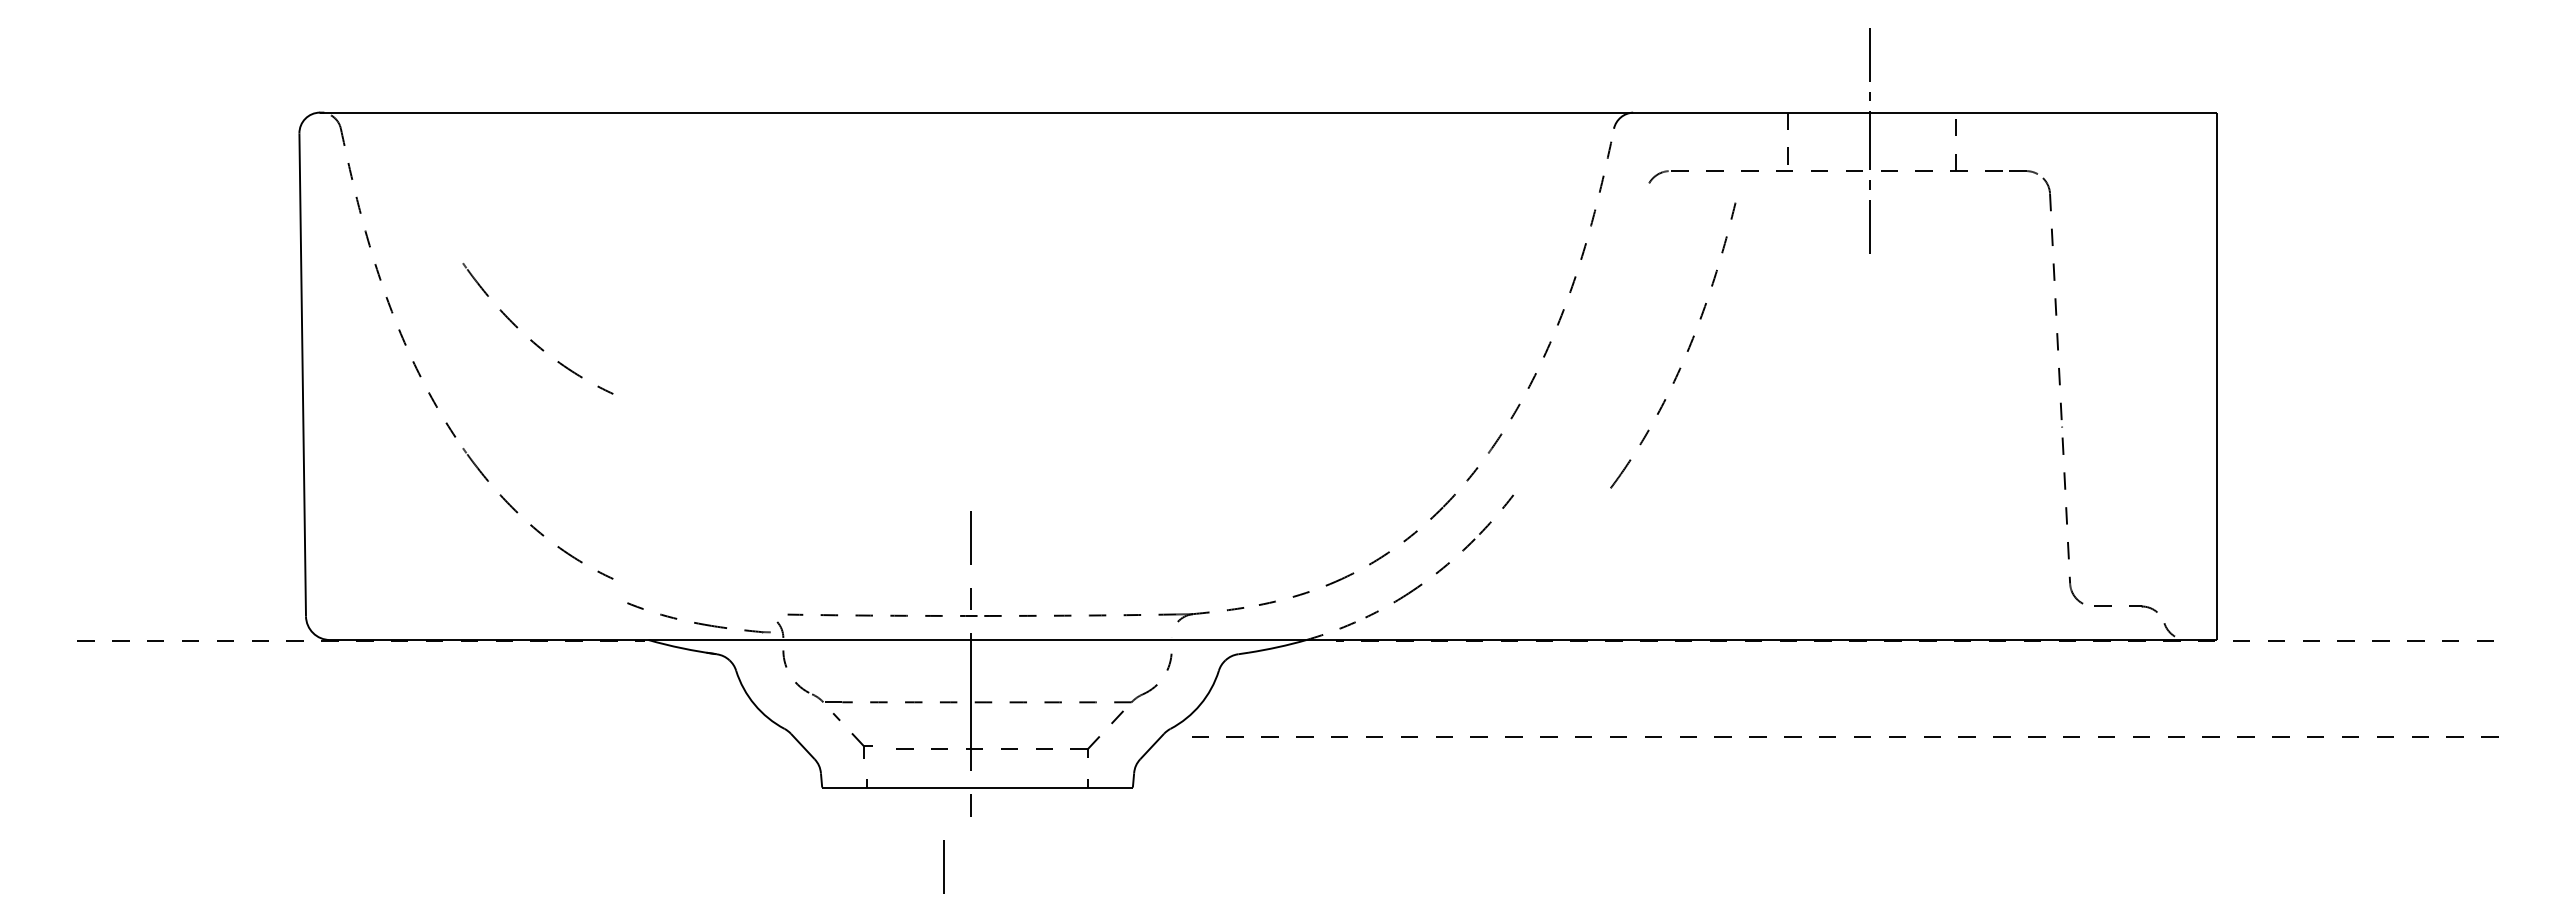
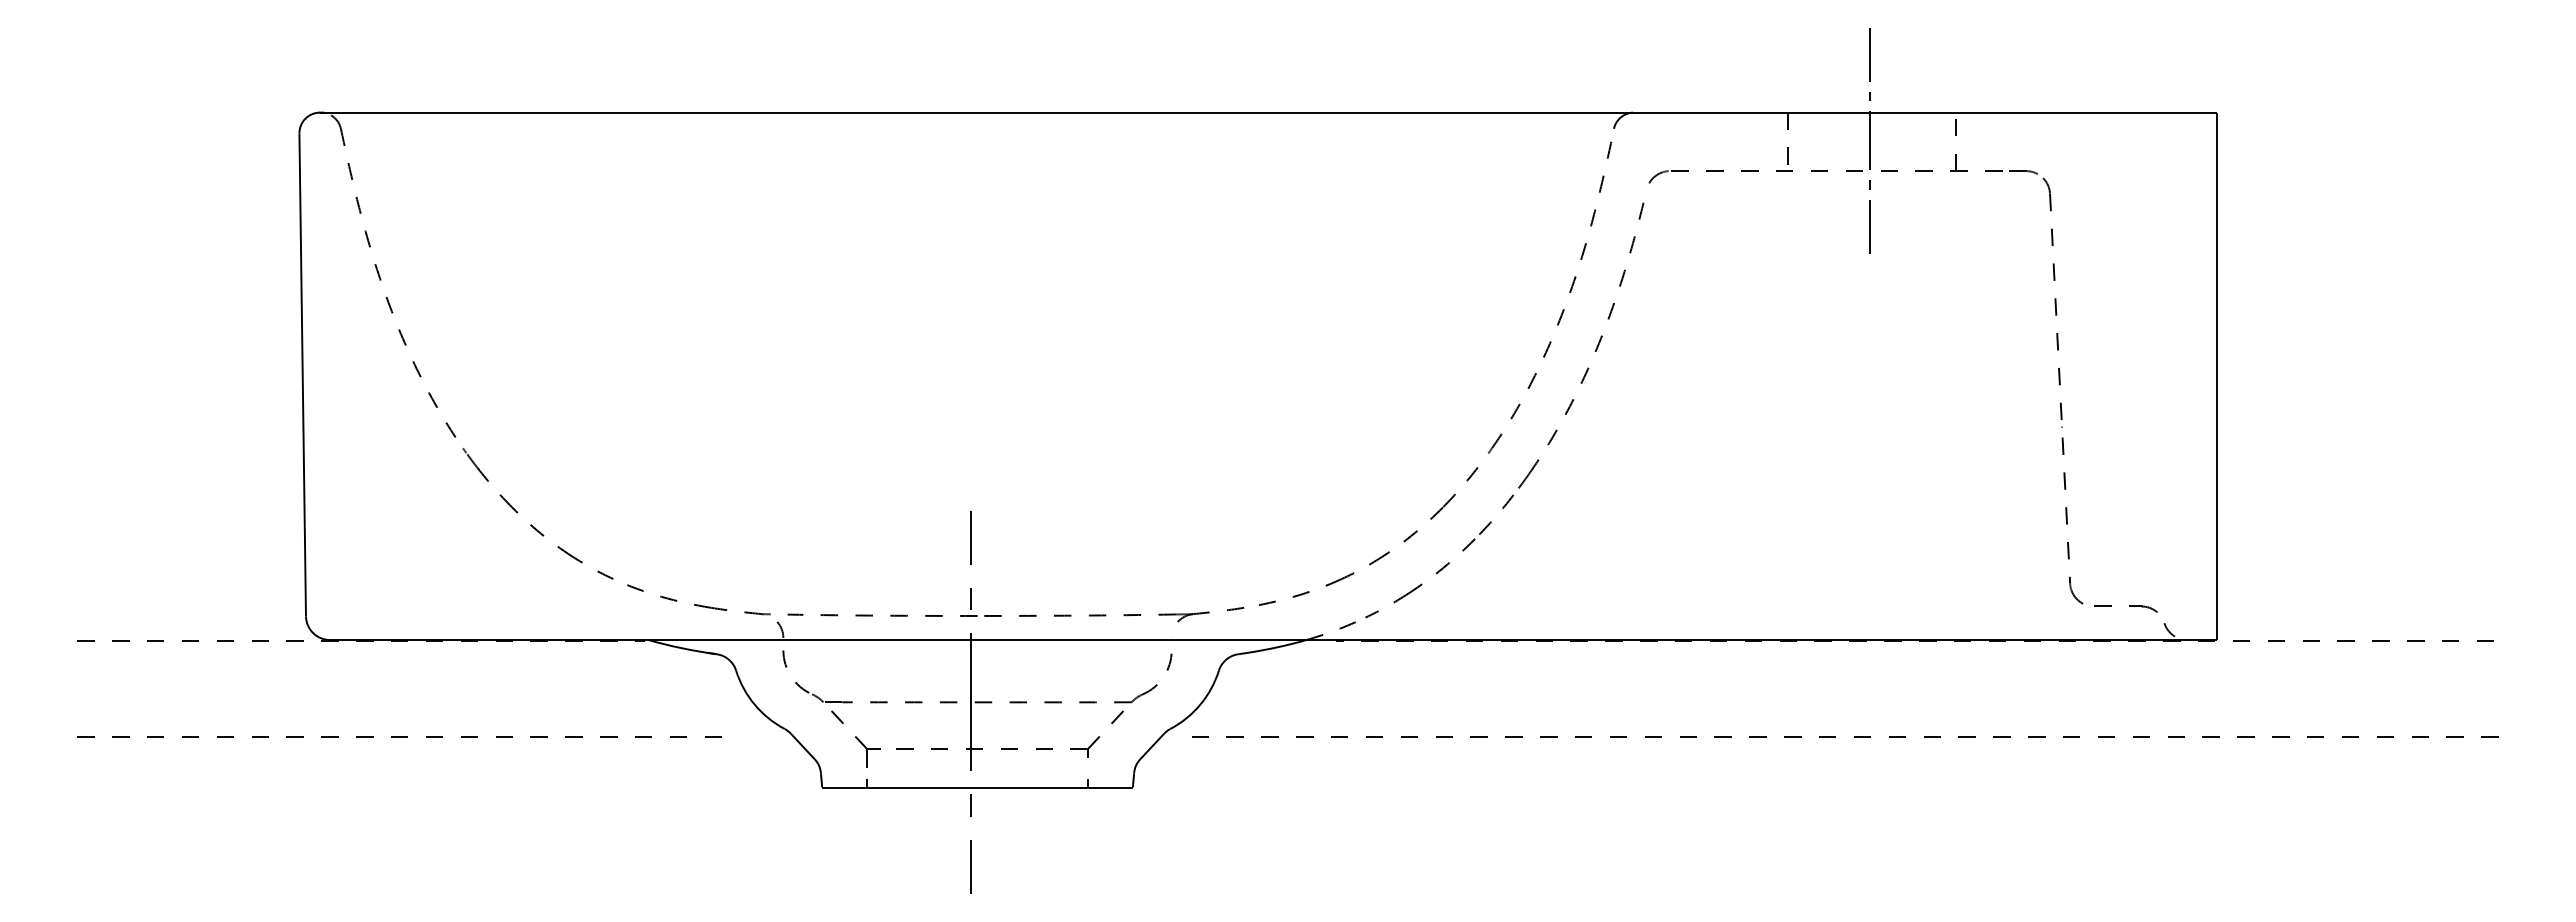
part at (531, 339): present -> none
part at (1687, 348) position: (1687, 348) -> (1595, 348)
part at (698, 617) position: (698, 617) -> (698, 599)
part at (852, 735) size: 41x46 px -> 50x58 px
part at (399, 736): none -> present
line at (943, 866) position: (943, 866) -> (970, 866)
